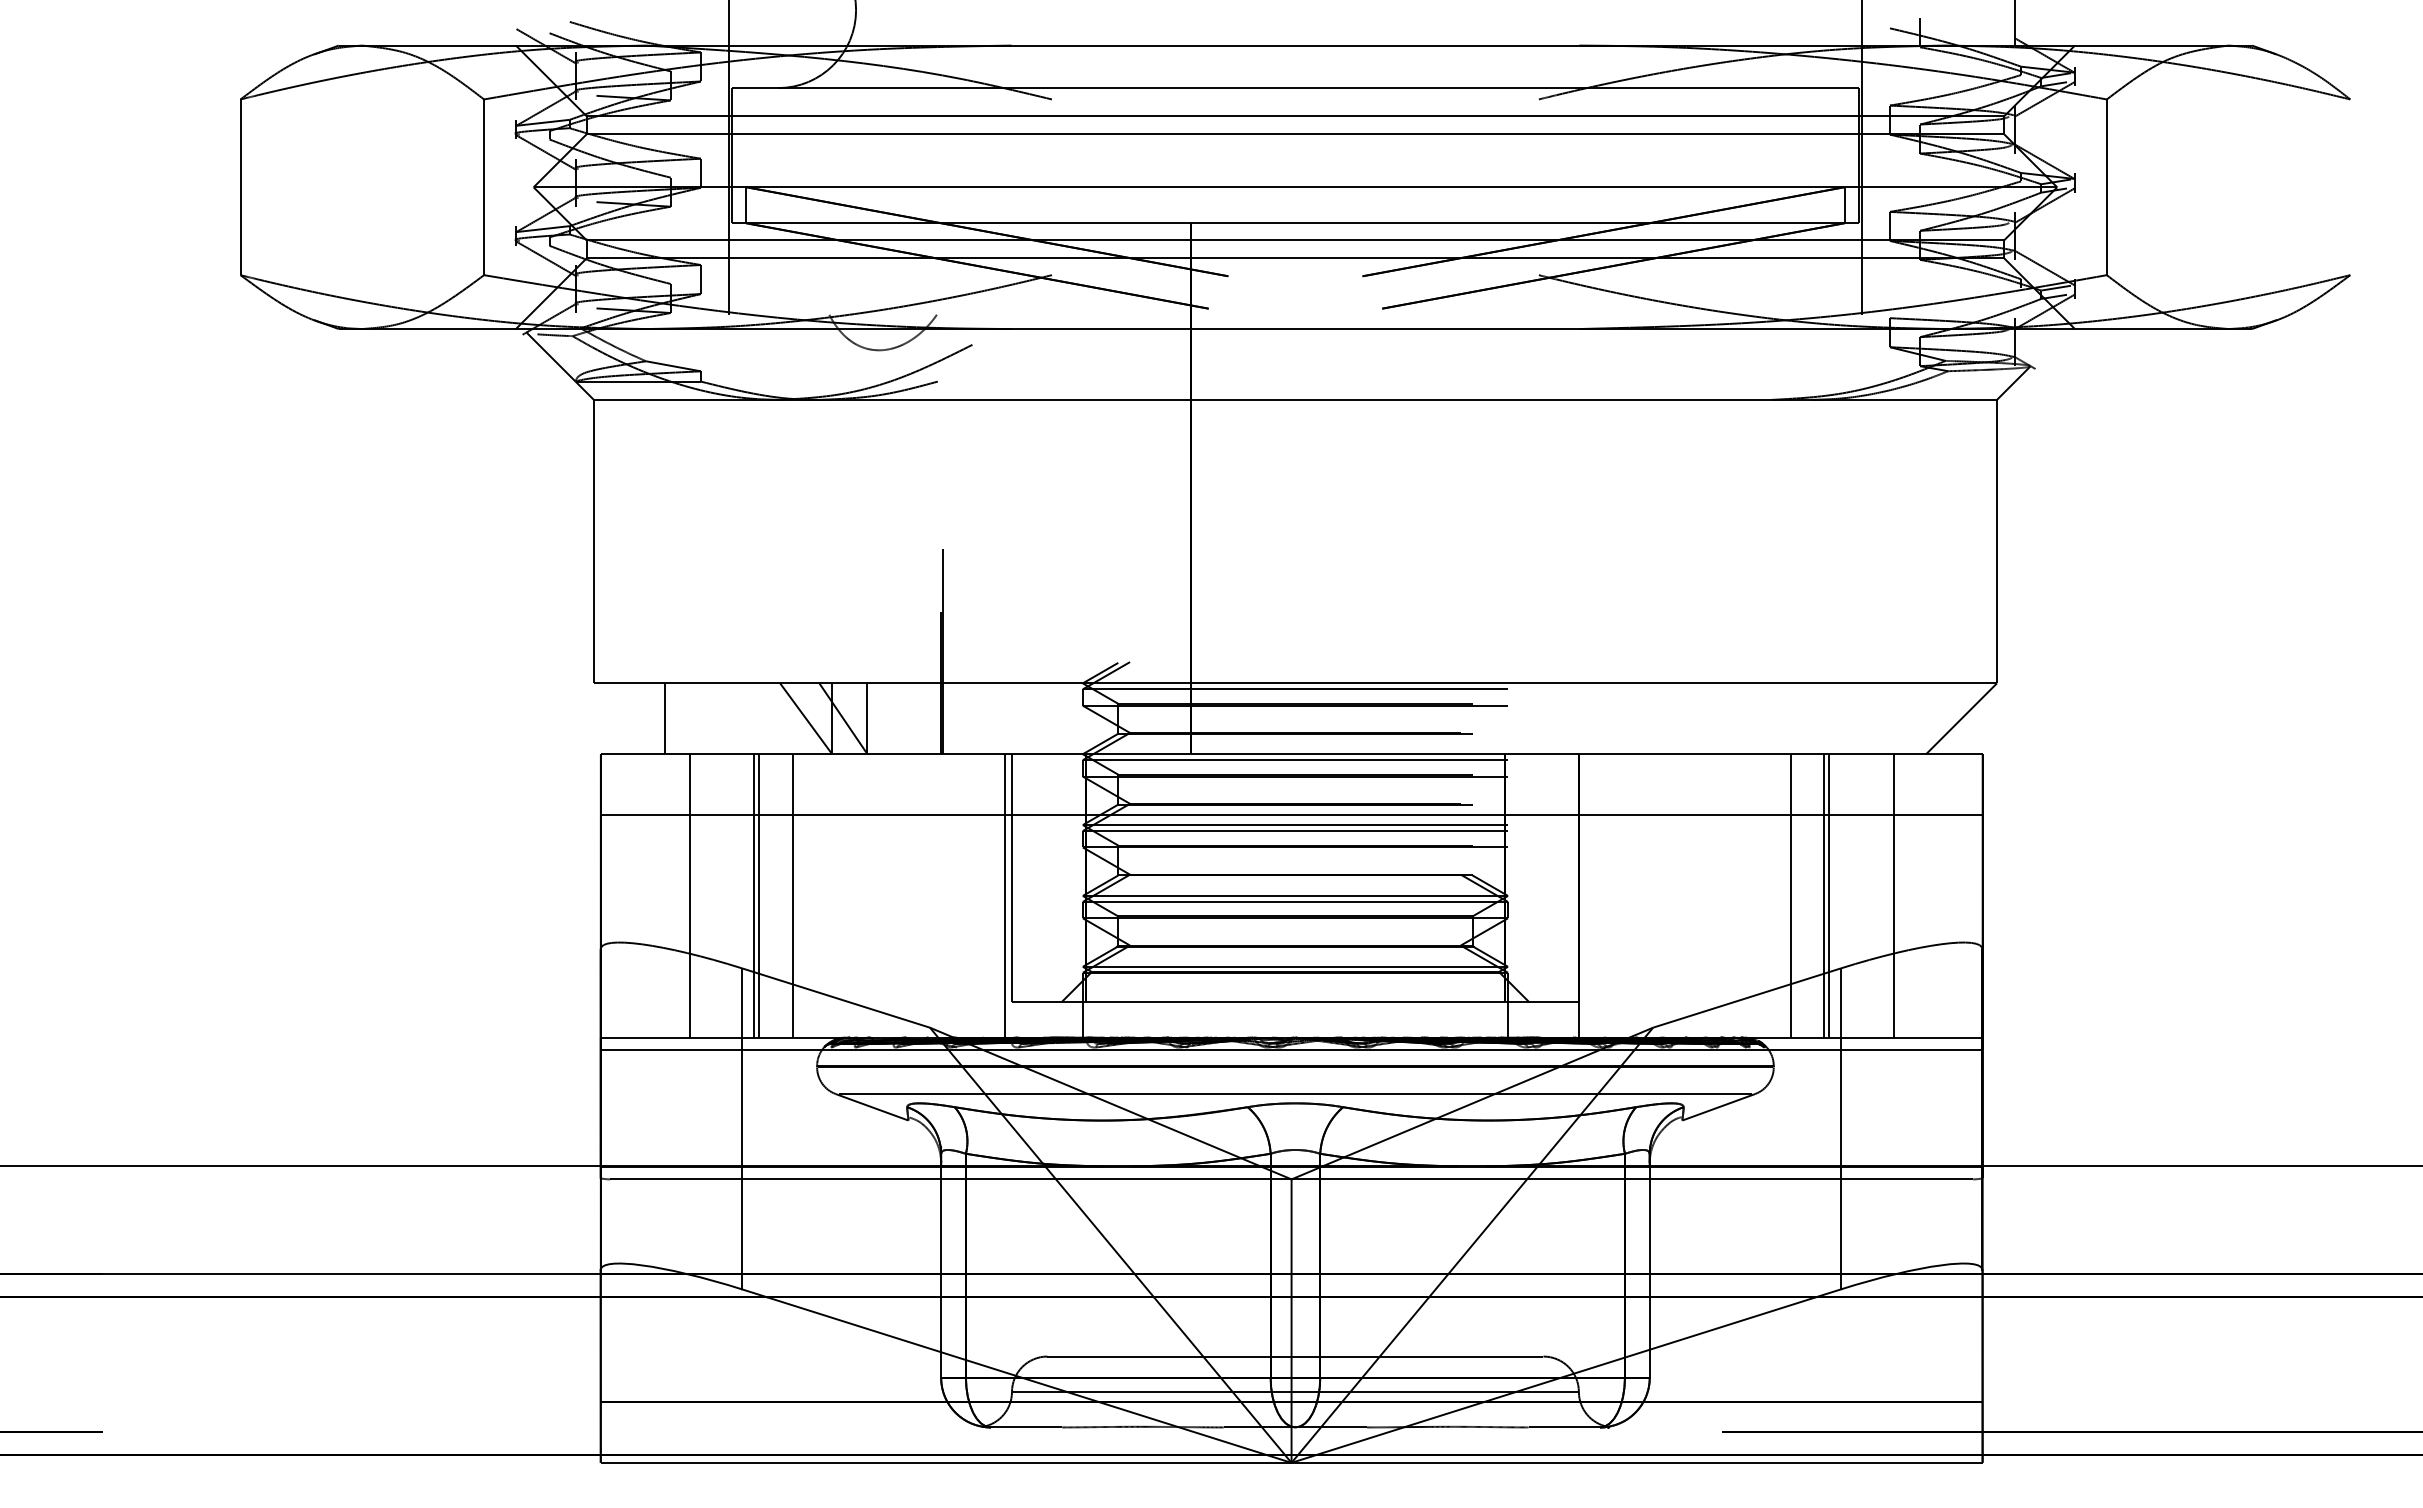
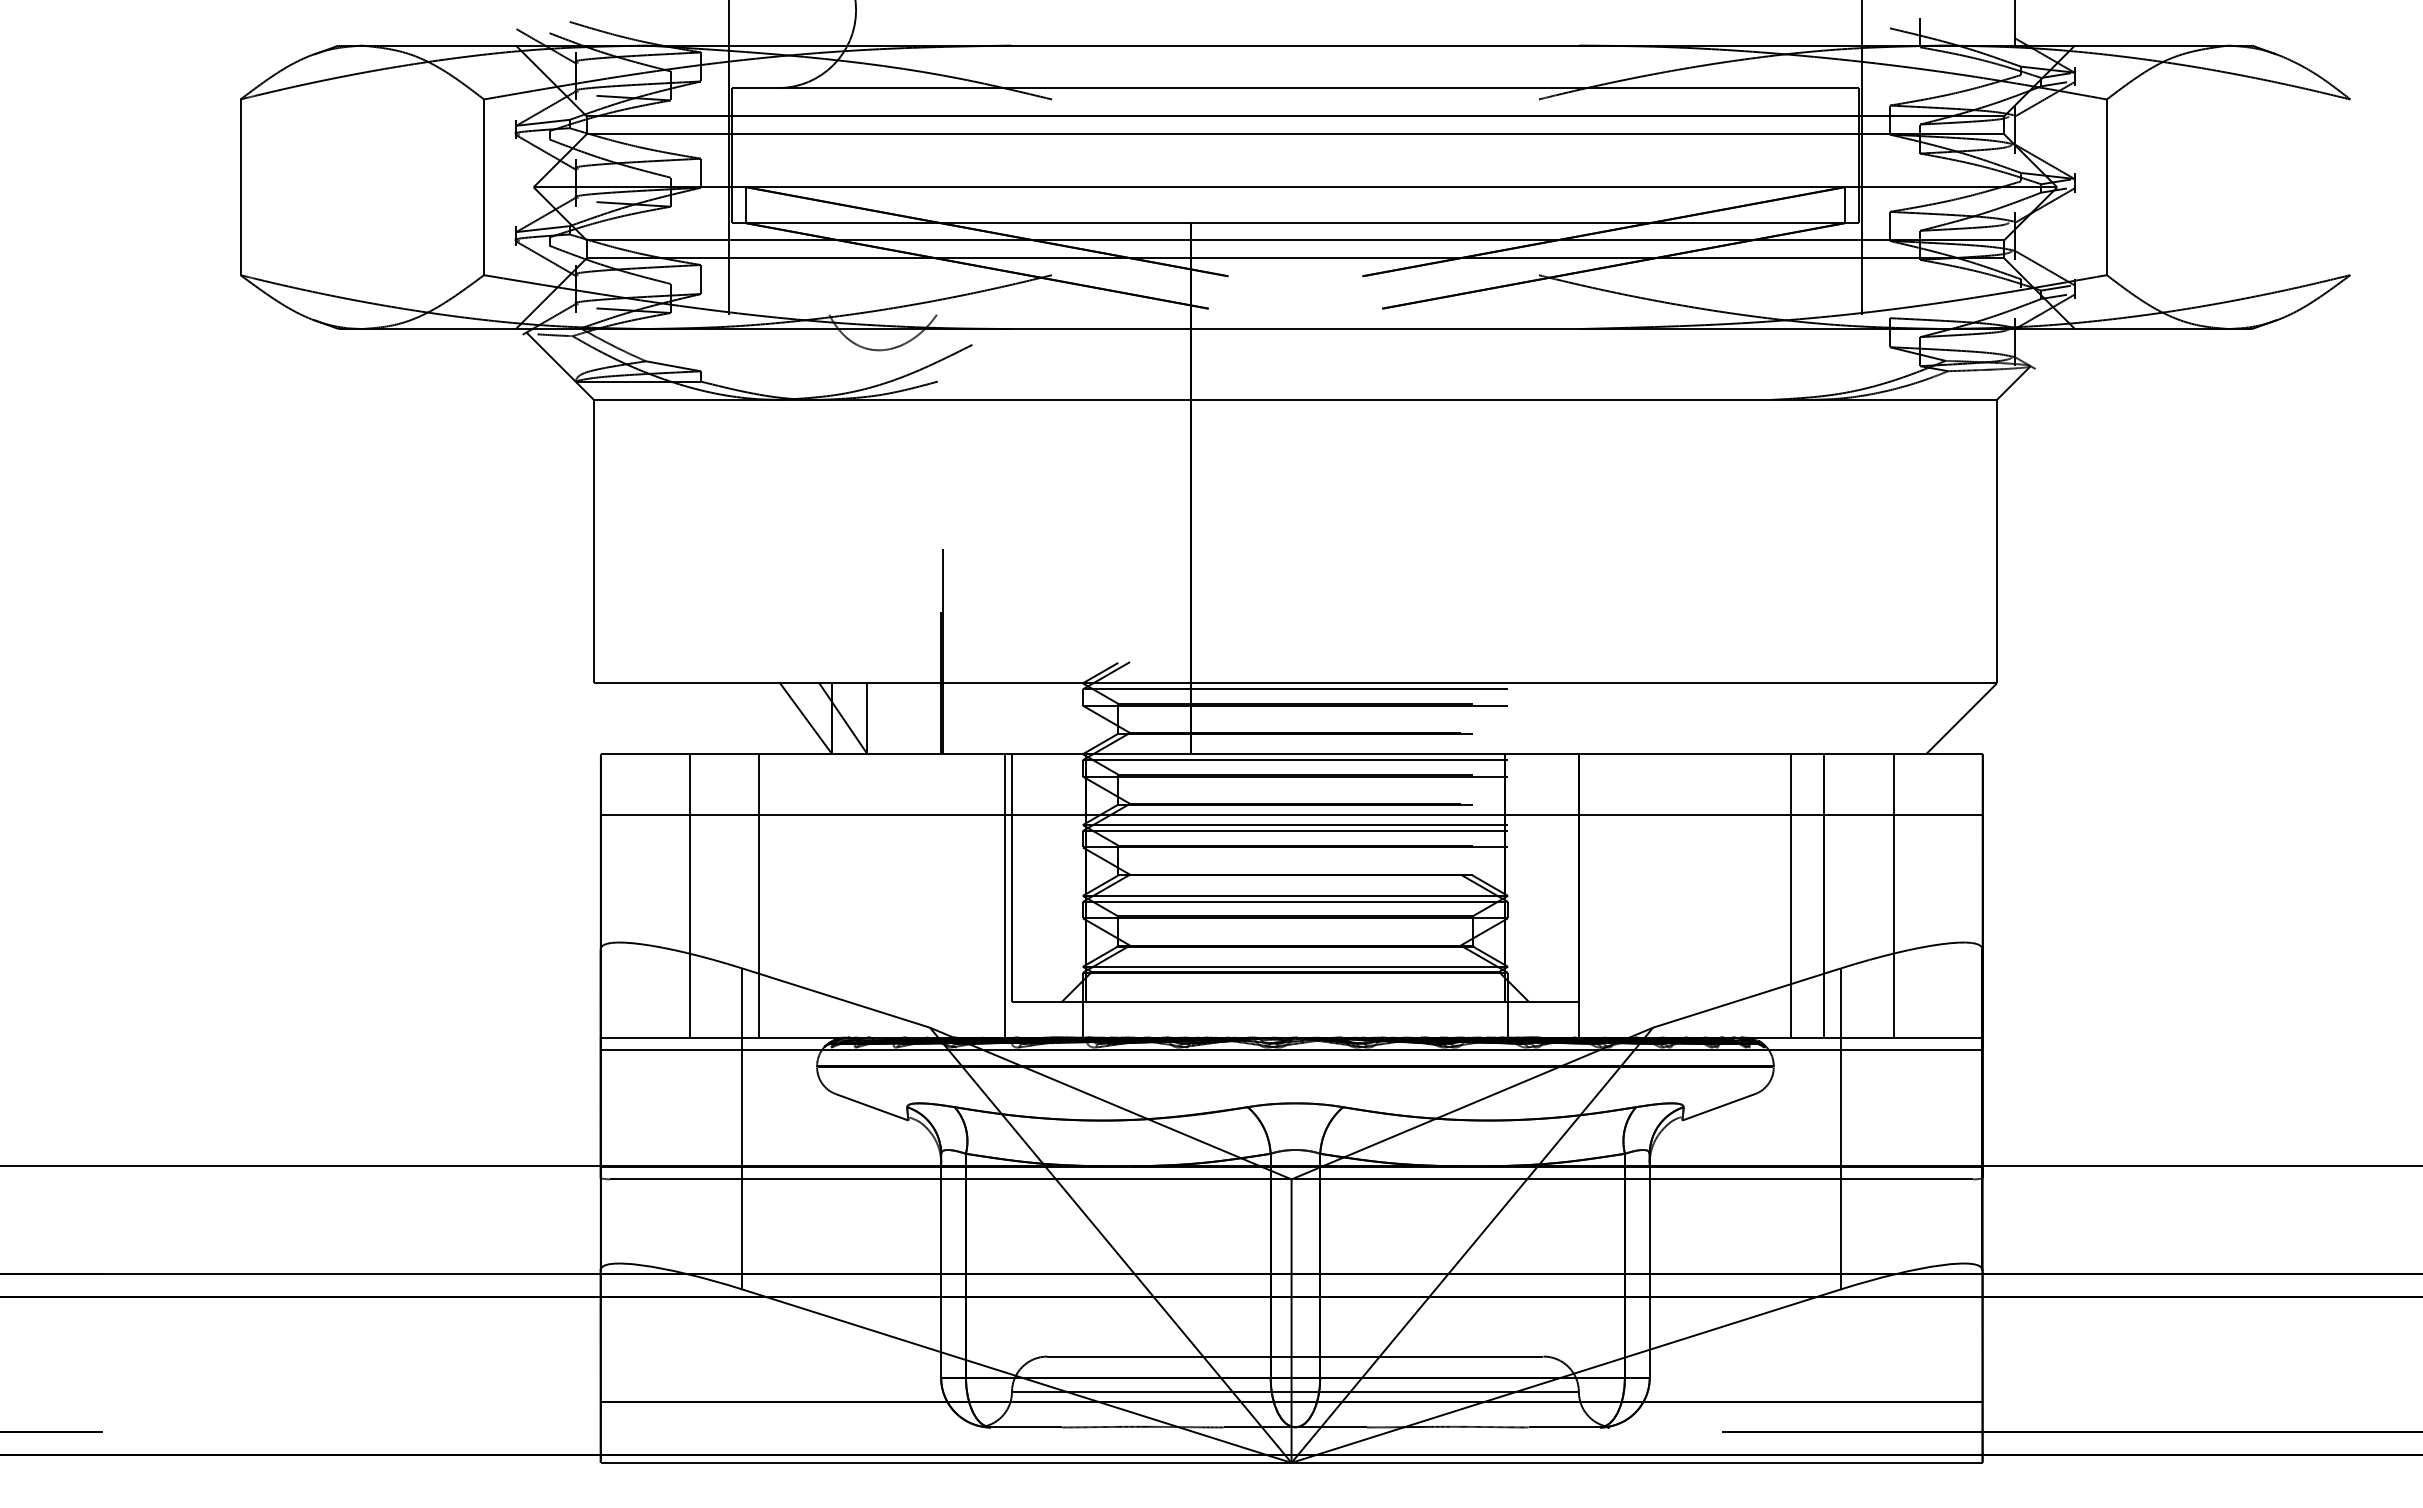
line at (664, 718): present -> none
line at (754, 895): present -> none
line at (792, 895): present -> none
line at (1829, 895): present -> none
line at (1295, 1094): present -> none
